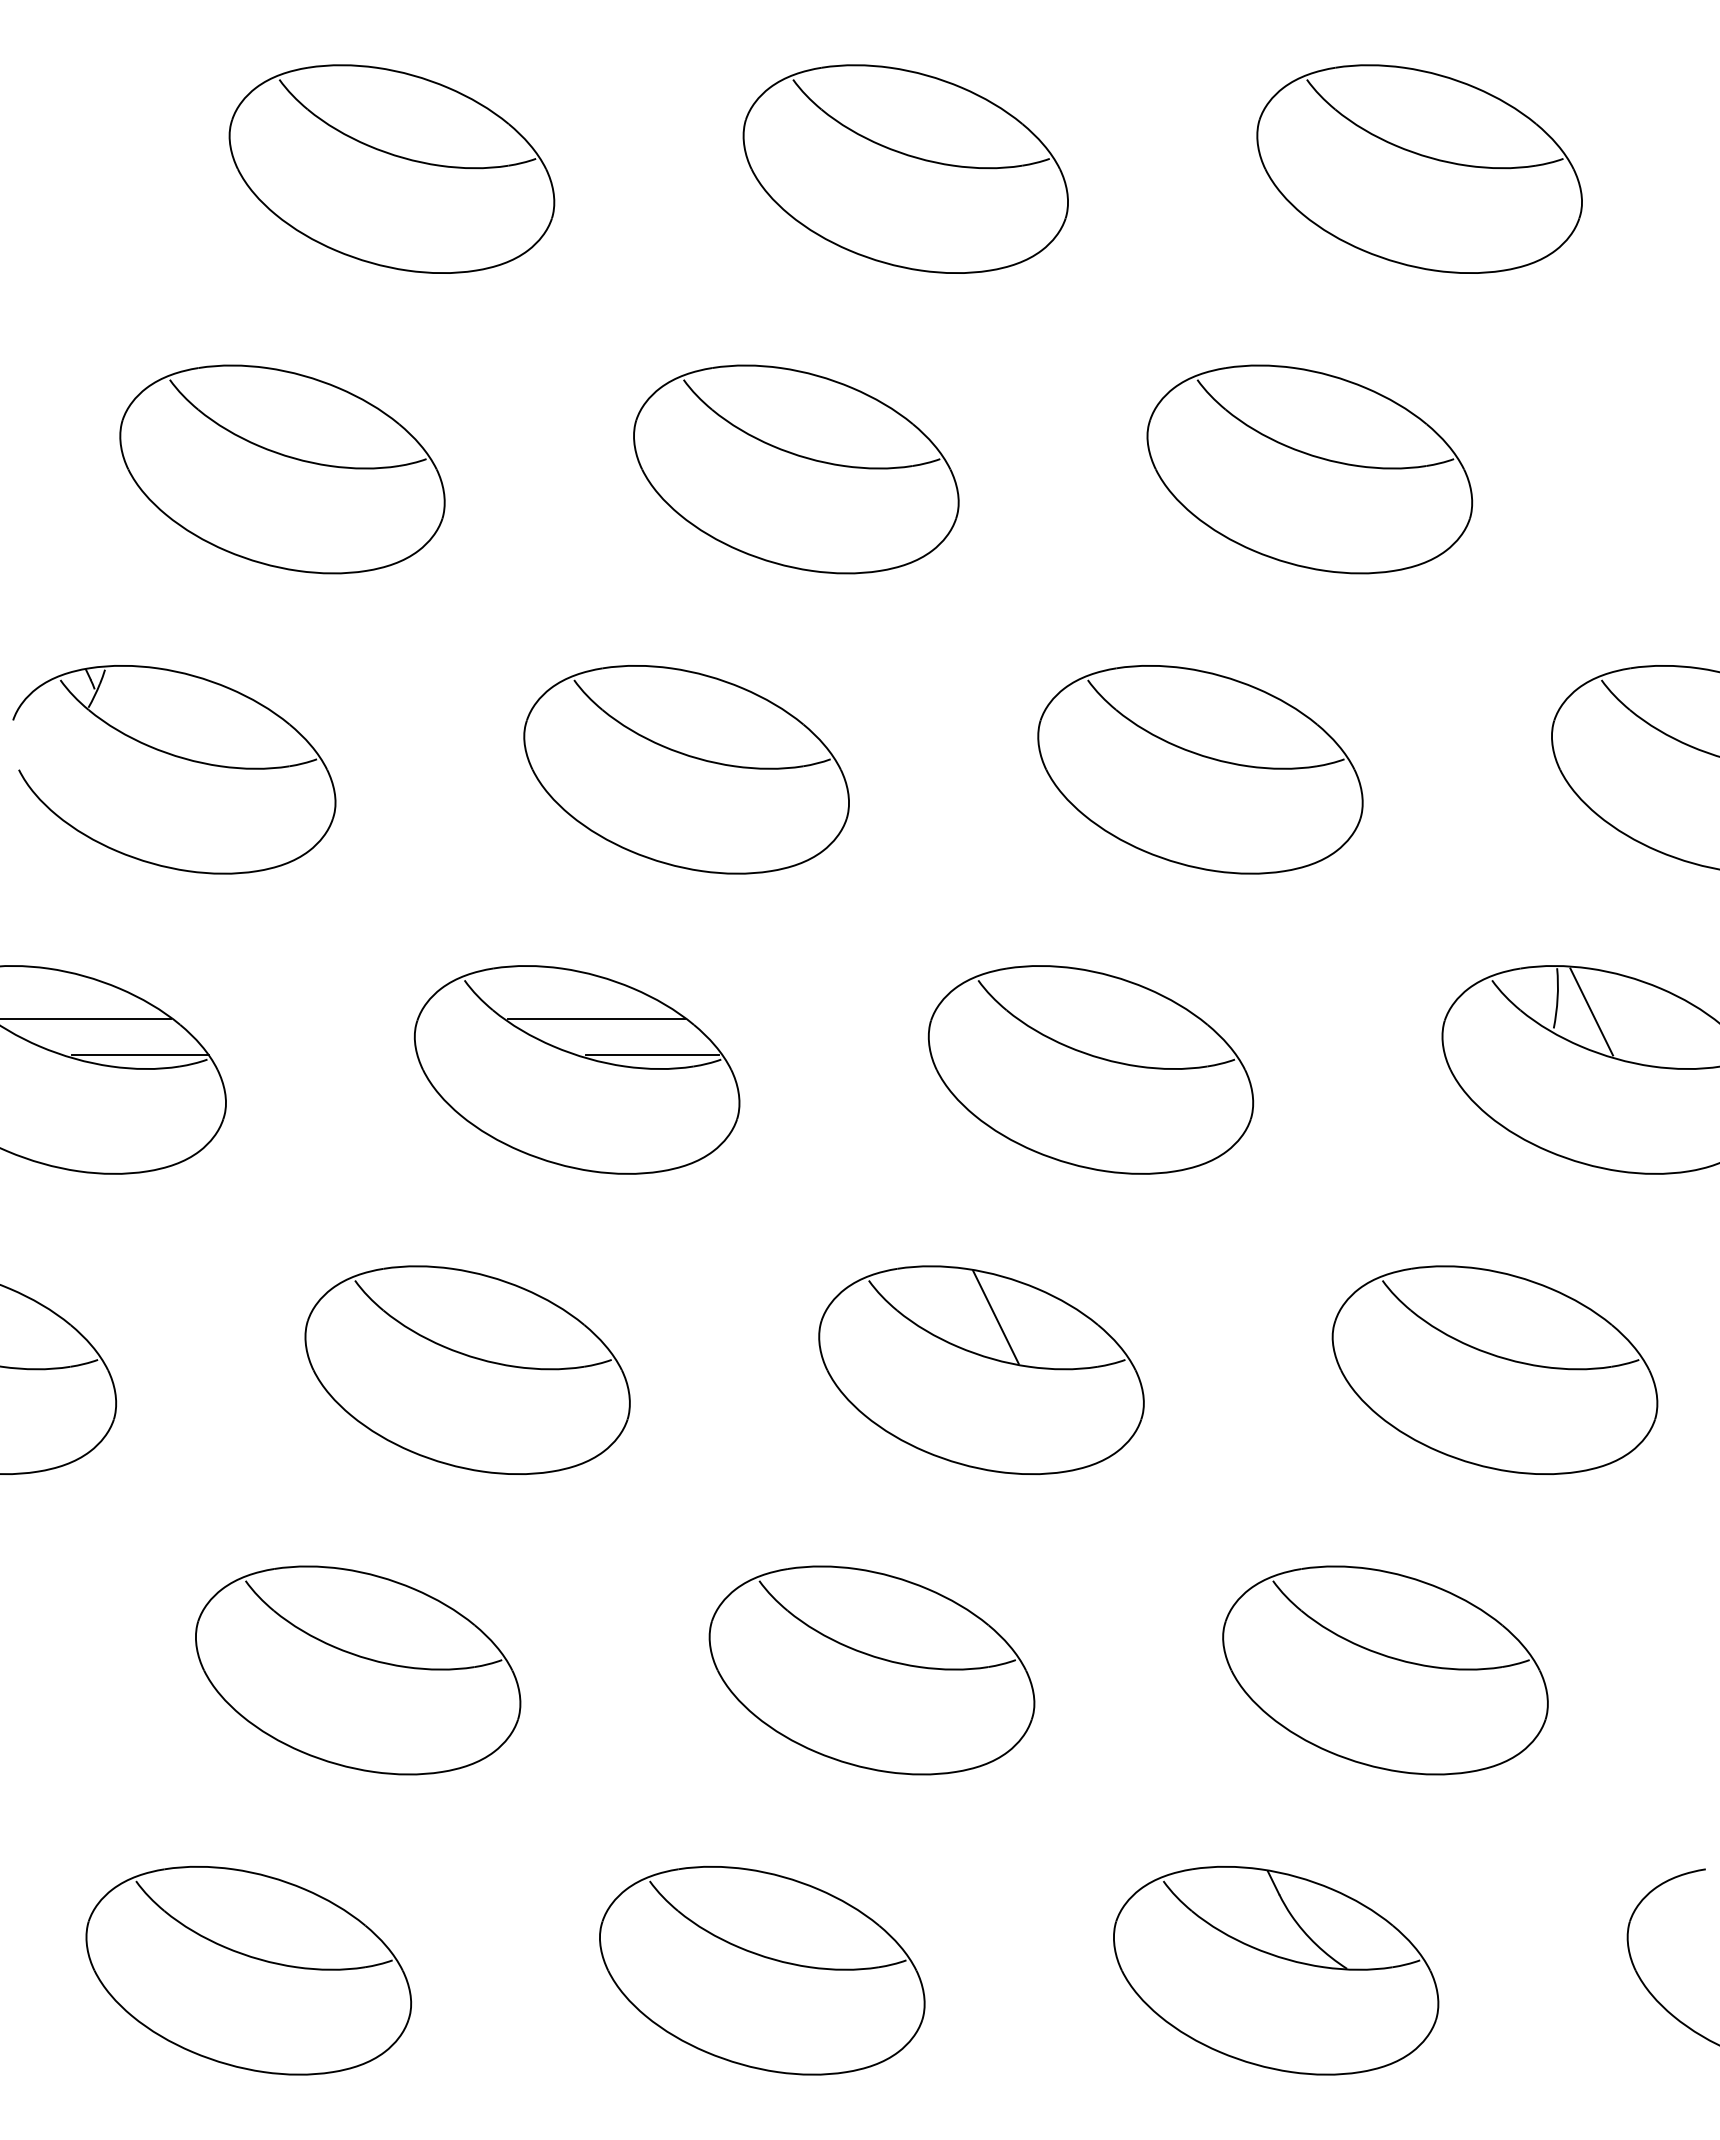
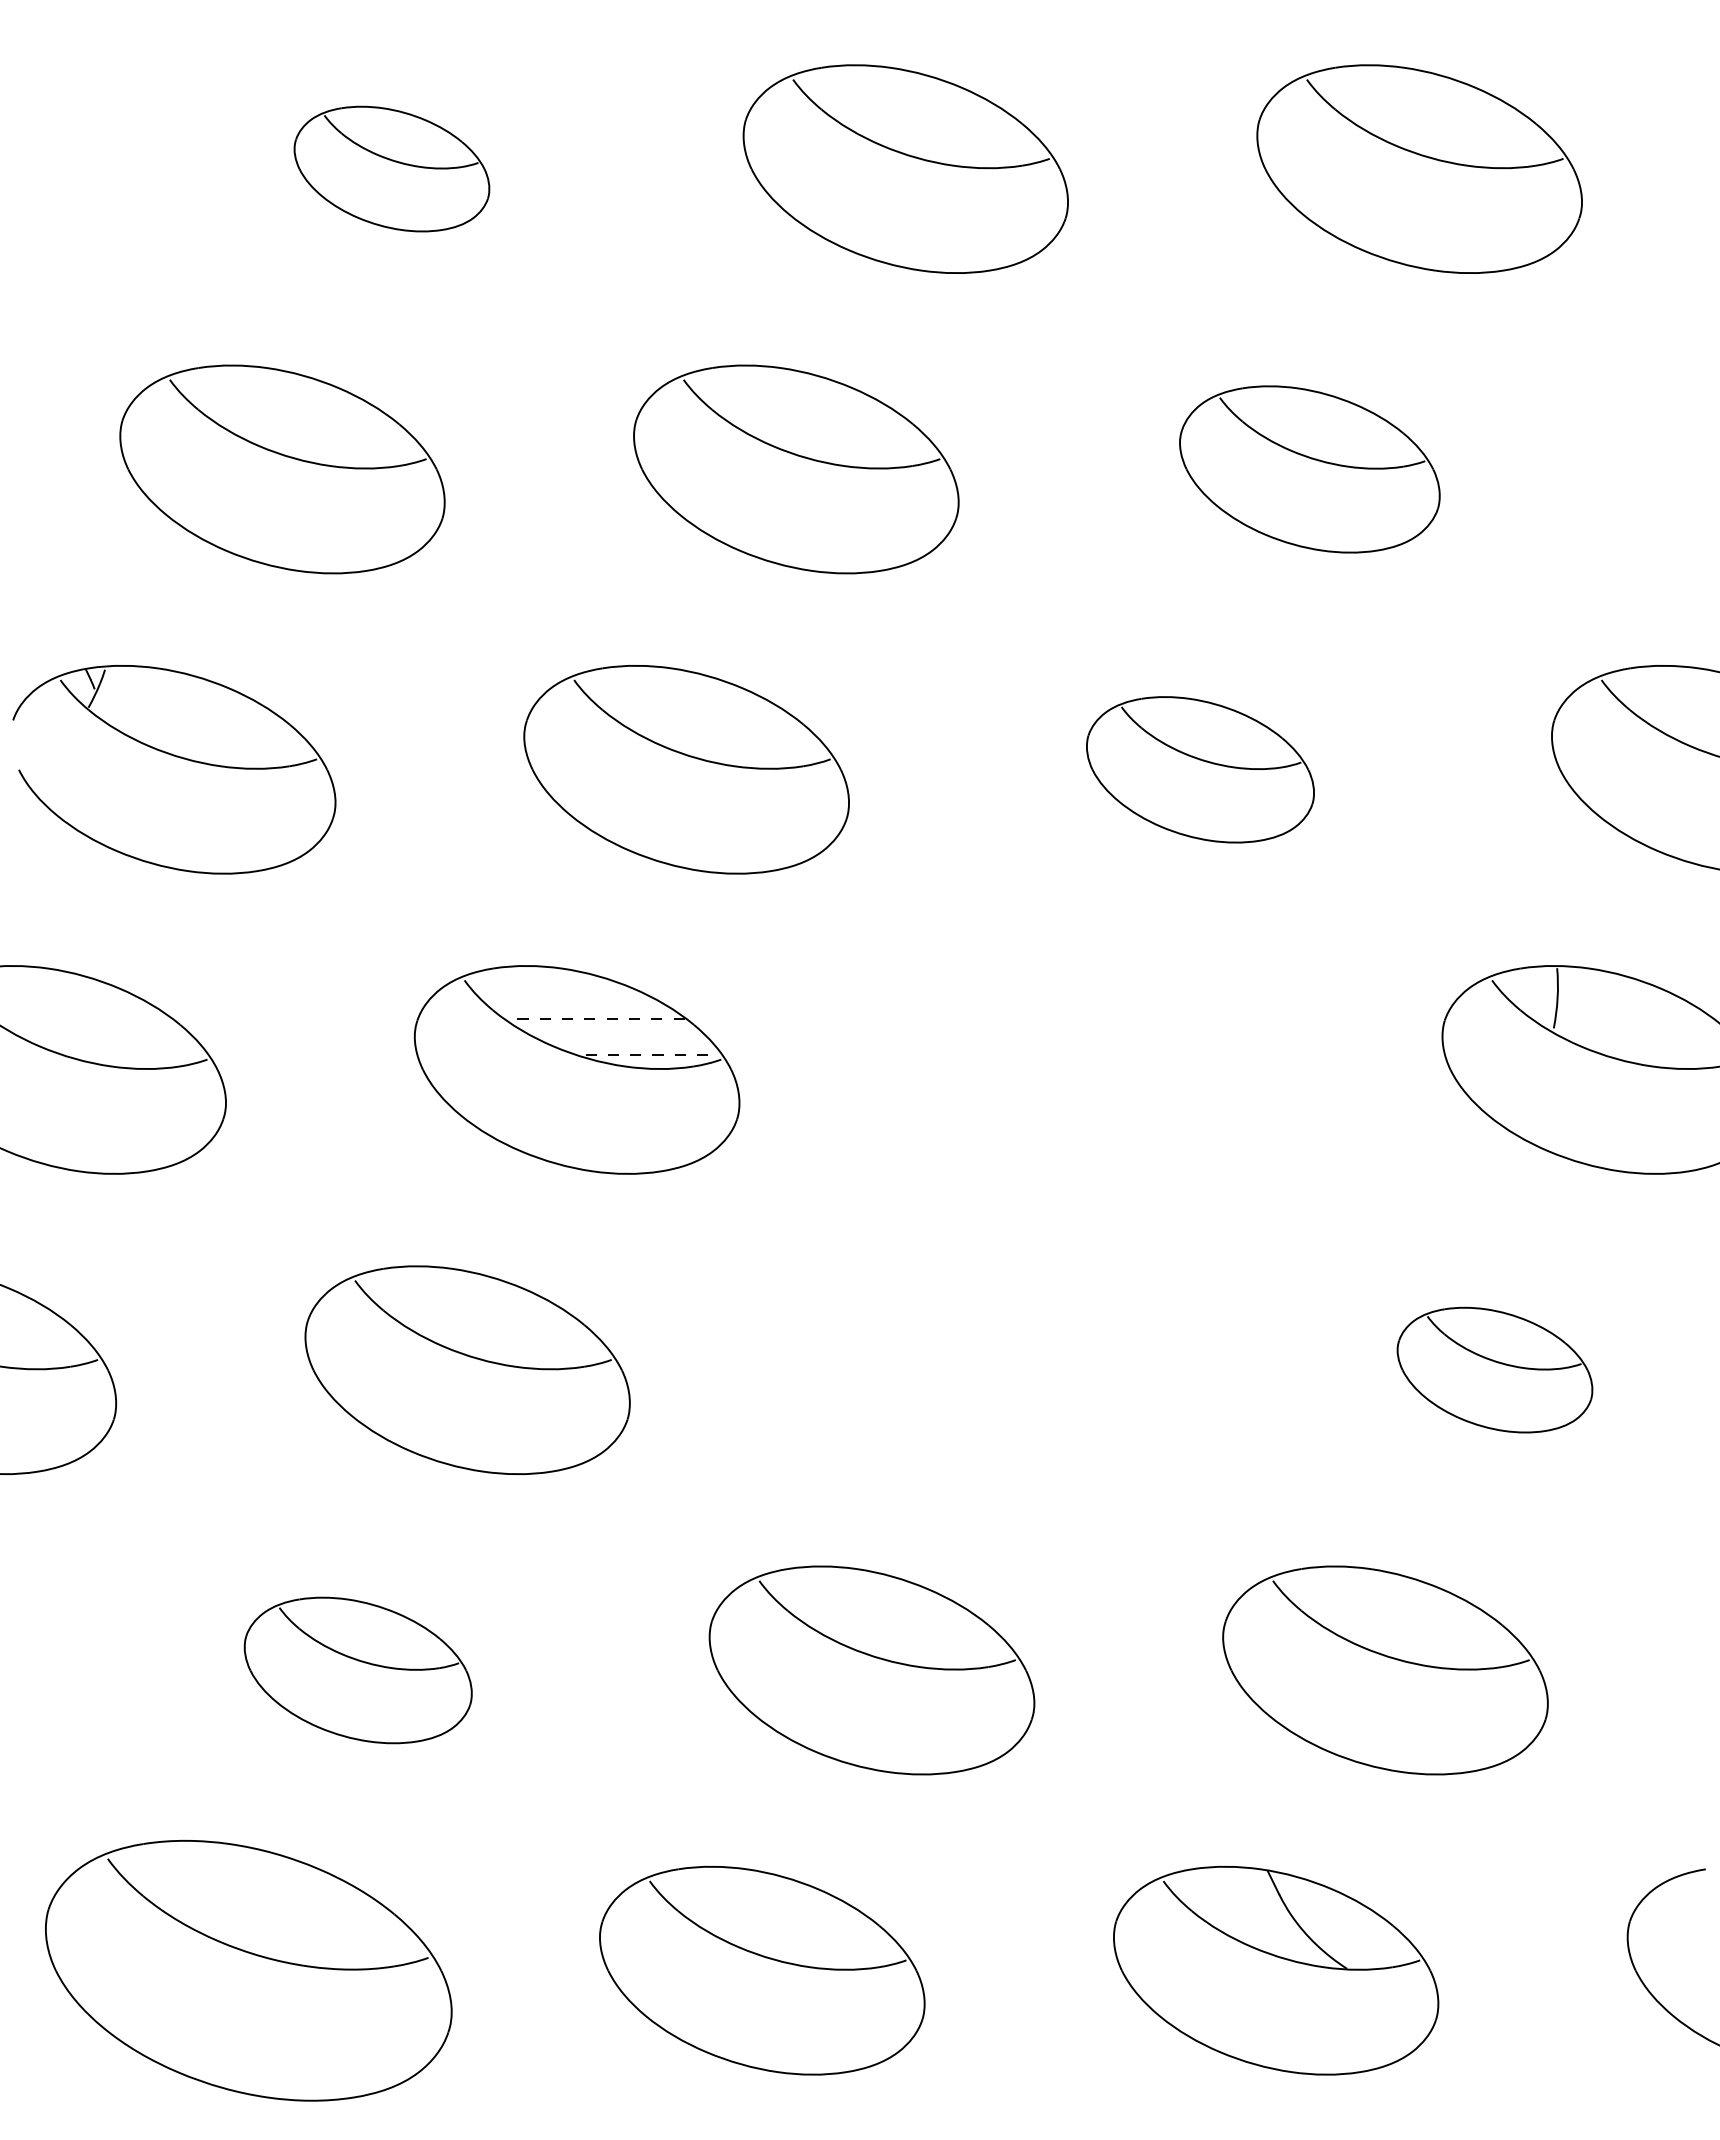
part at (391, 168) size: 328x210 px -> 198x128 px
part at (1309, 469) size: 328x211 px -> 262x169 px
part at (1200, 769) size: 327x210 px -> 229x148 px
line at (1591, 1011): present -> none
line at (86, 1019): present -> none
line at (595, 1019): solid -> dashed
line at (139, 1055): present -> none
line at (652, 1055): solid -> dashed
part at (1090, 1069): present -> none
part at (1494, 1369) size: 328x210 px -> 198x128 px
part at (981, 1370): present -> none
part at (358, 1670) size: 327x211 px -> 230x149 px
part at (248, 1970) size: 328x211 px -> 408x263 px
